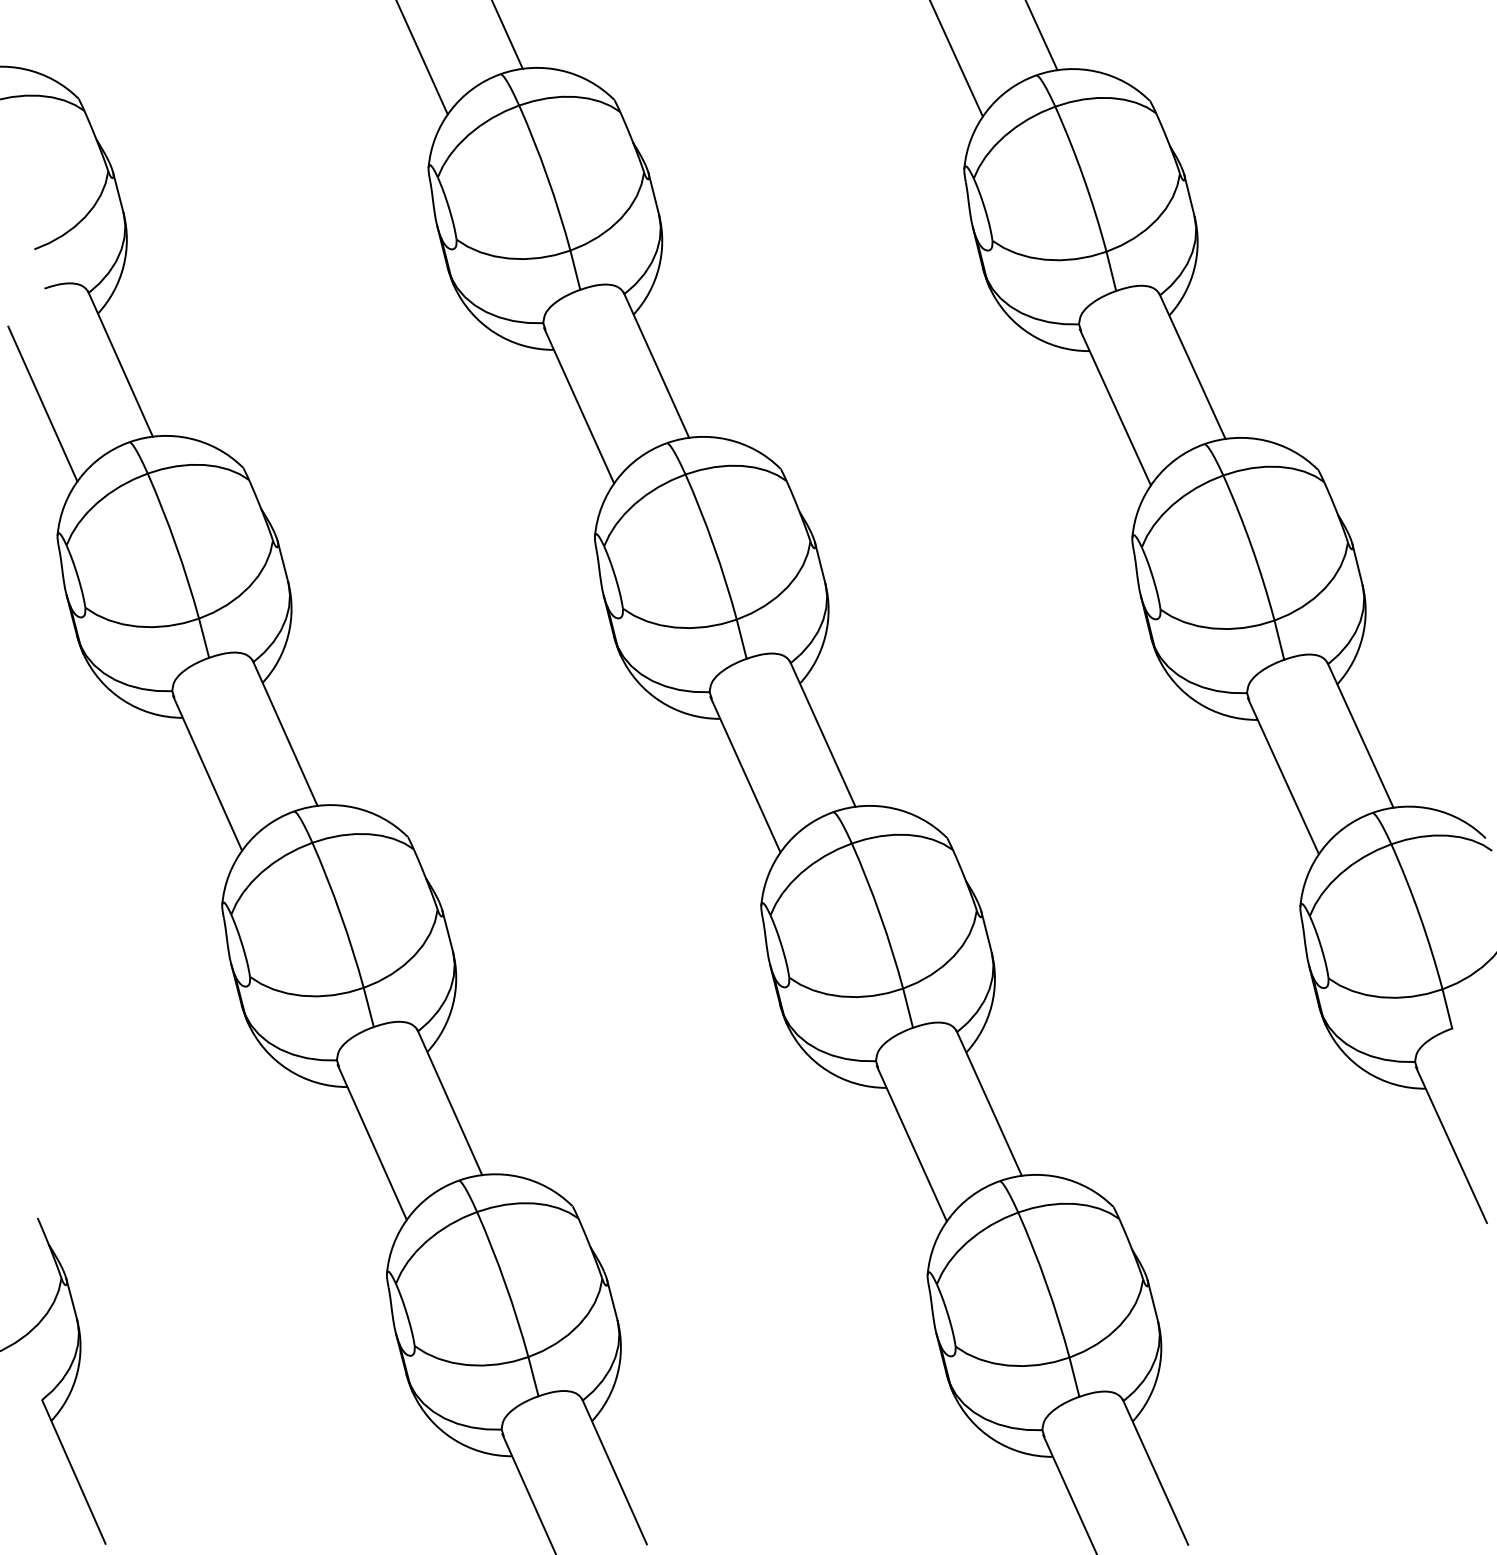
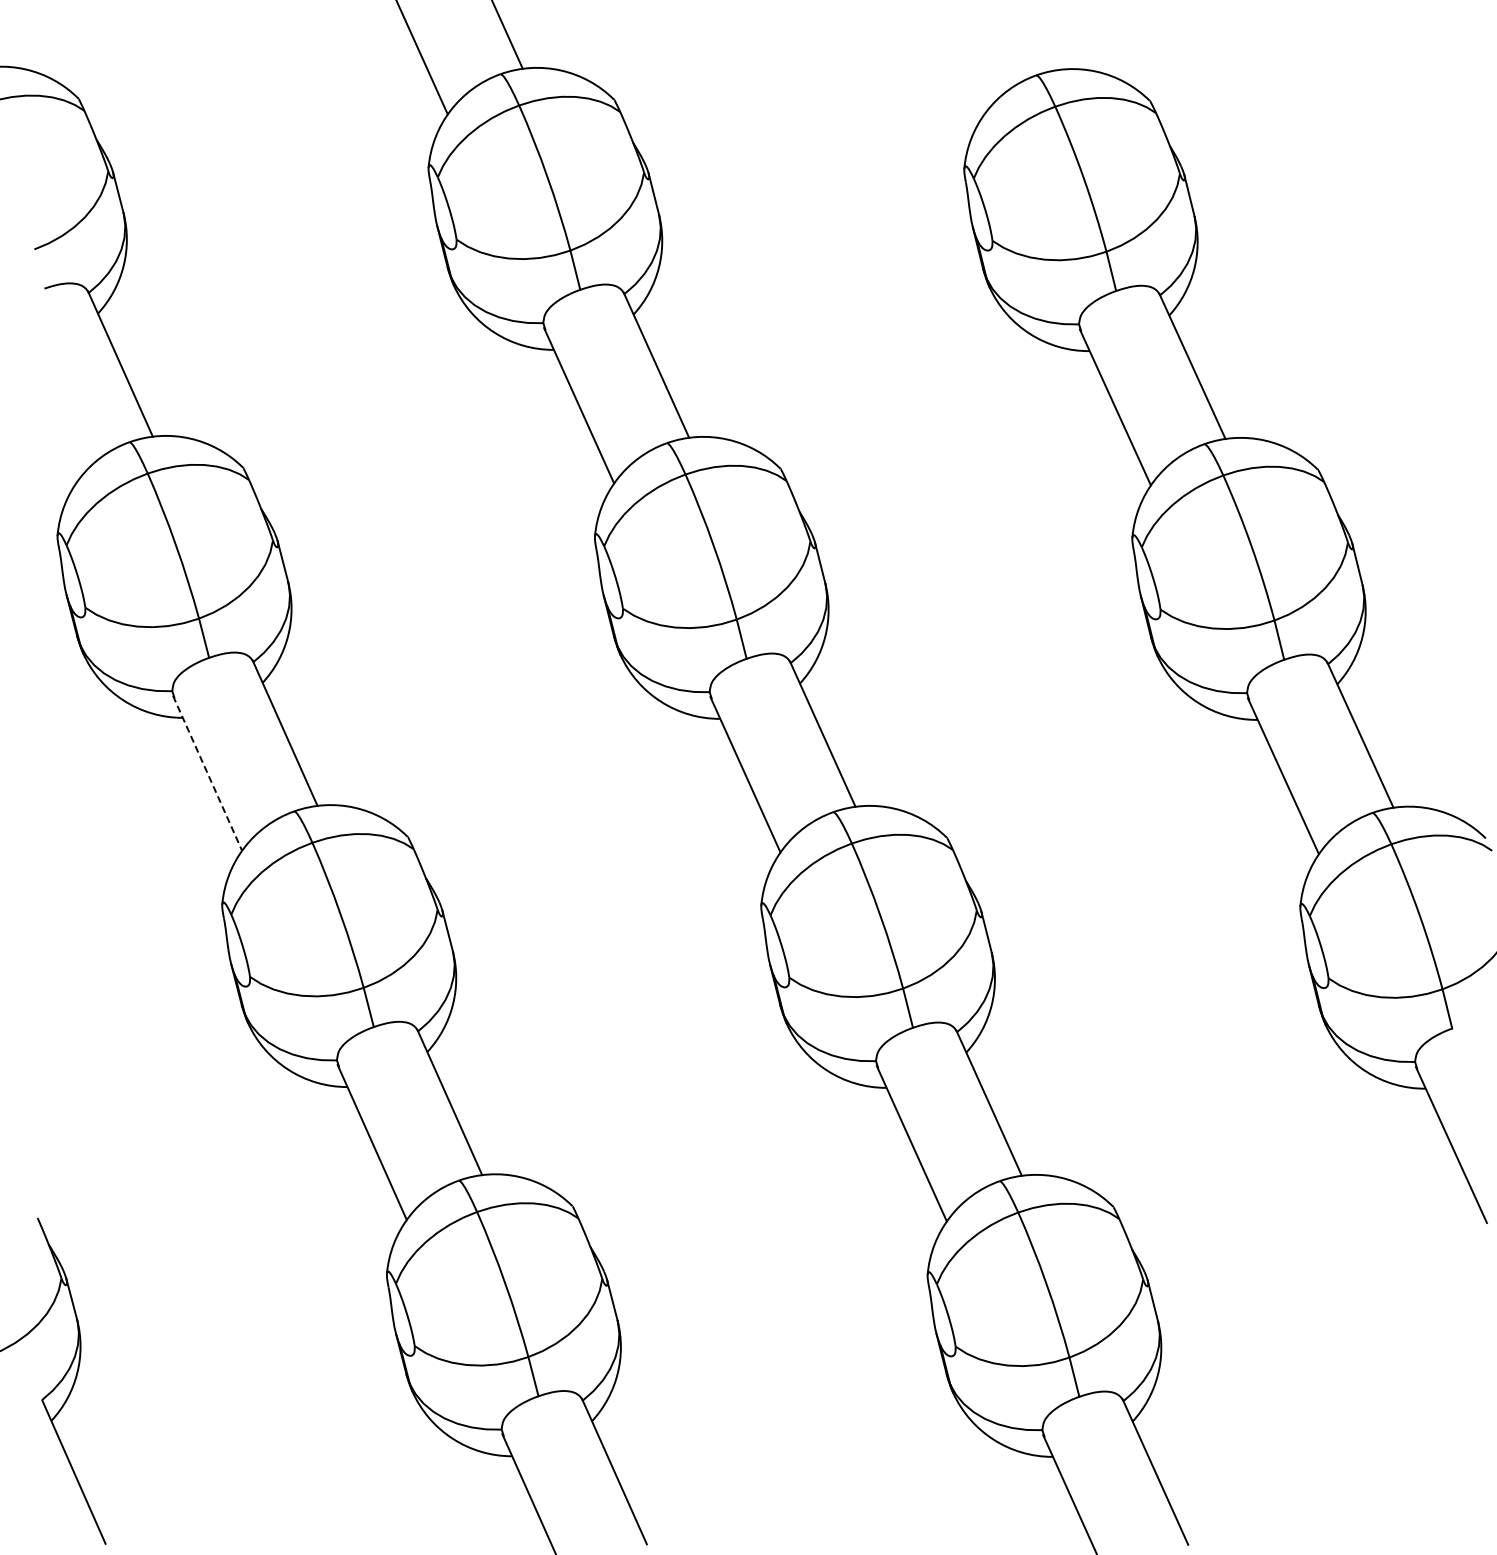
line at (1041, 36): present -> none
line at (956, 59): present -> none
line at (42, 403): present -> none
line at (207, 773): solid -> dashed
